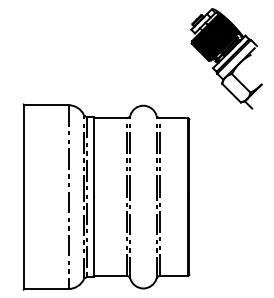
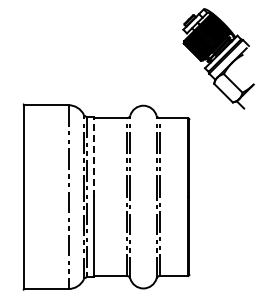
part at (226, 58) position: (226, 58) -> (218, 58)
line at (94, 156): solid -> dashed
